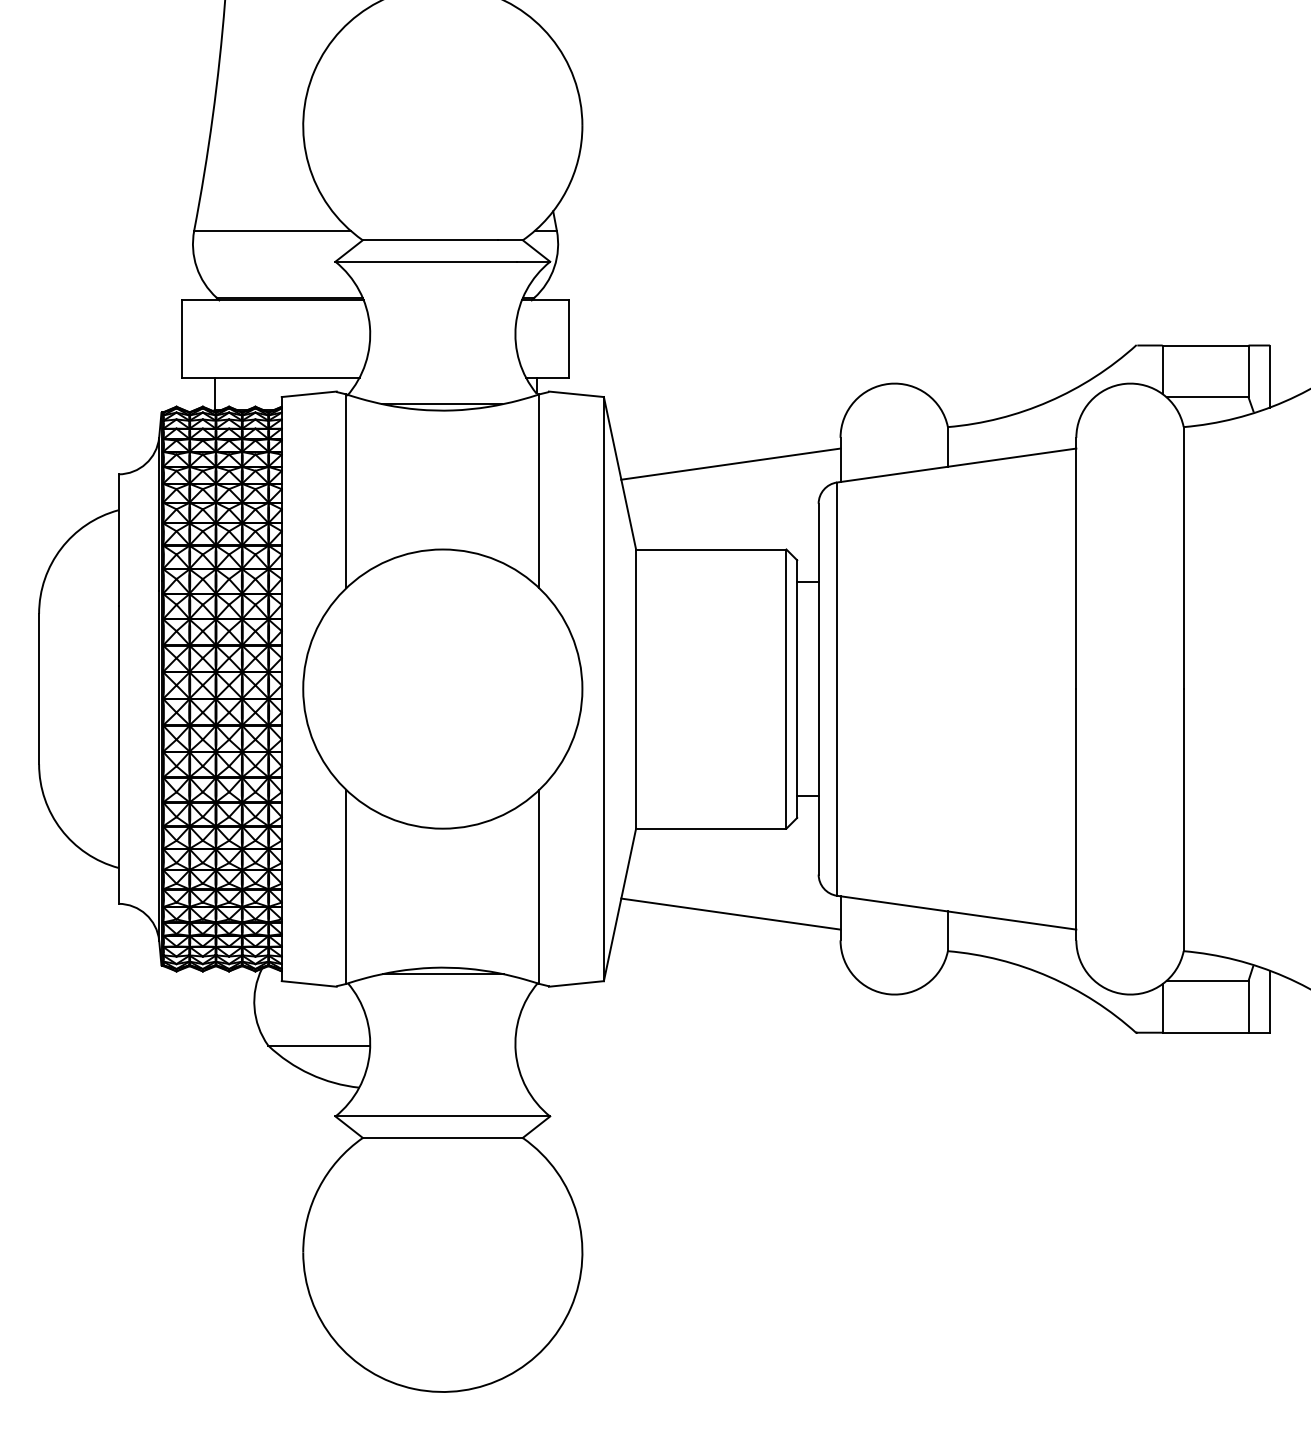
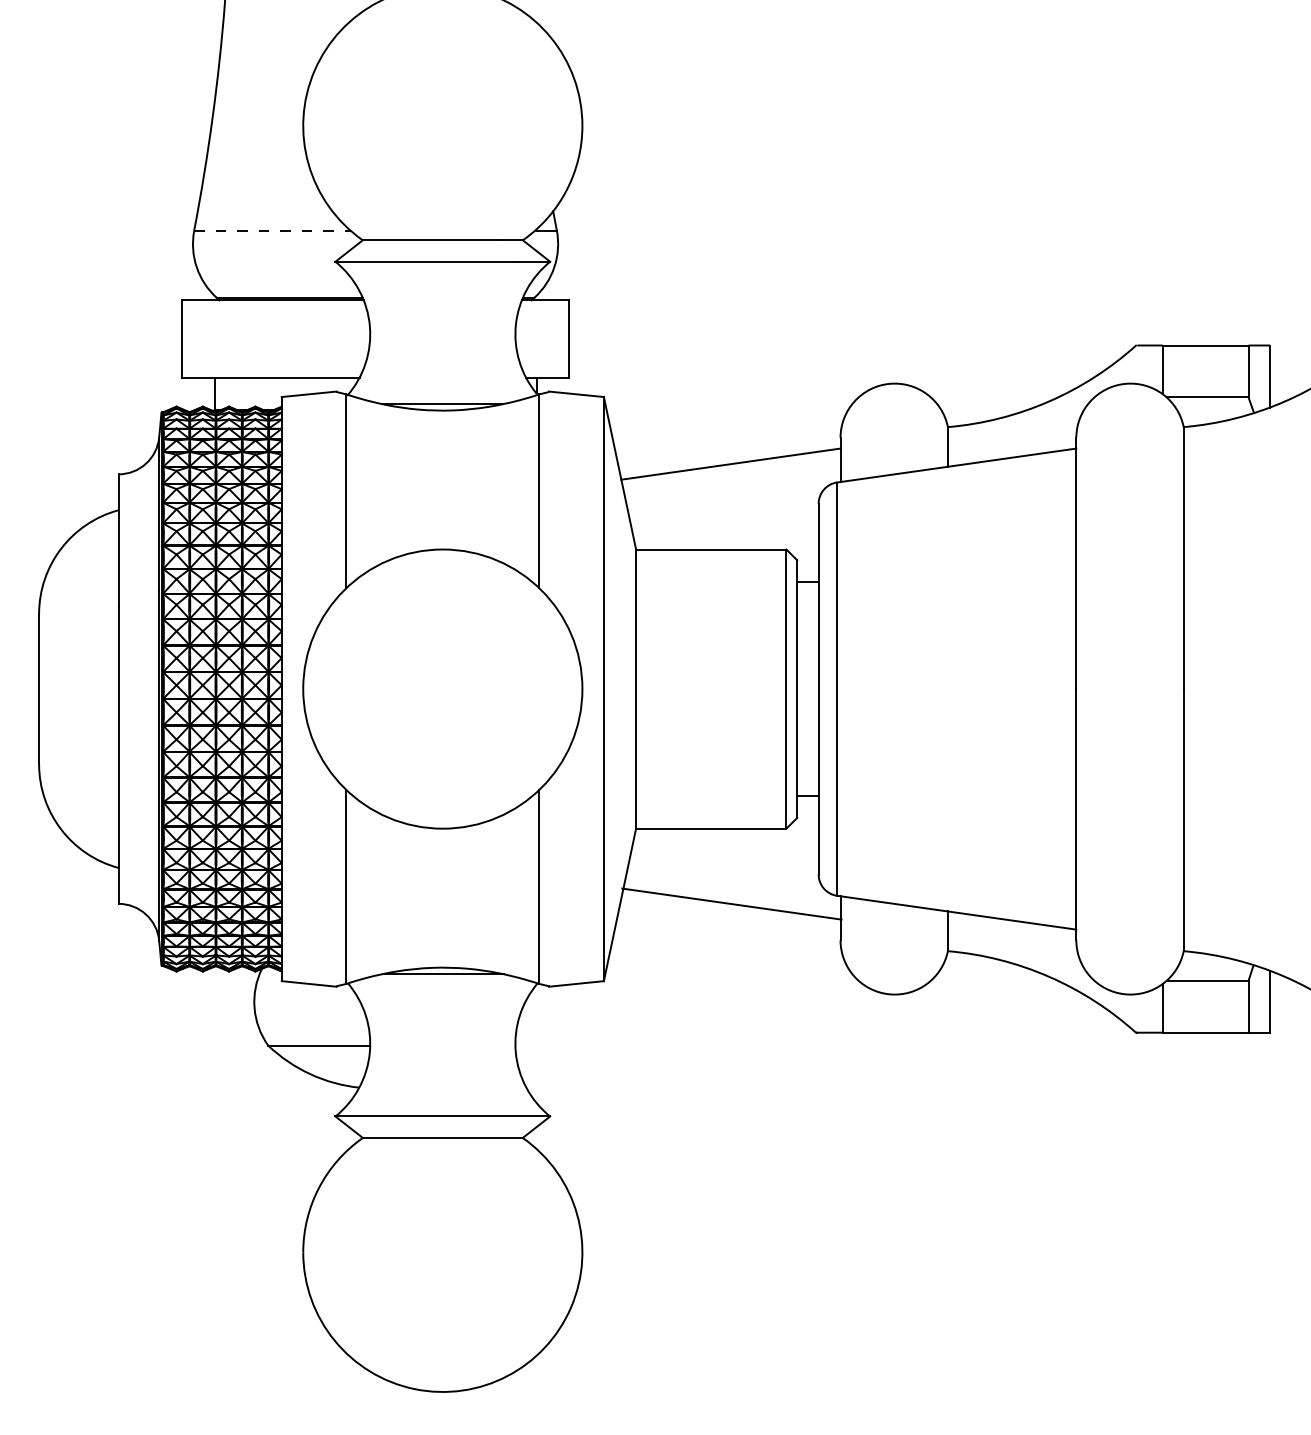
line at (272, 230): solid -> dashed
line at (730, 913) position: (730, 913) -> (731, 903)
